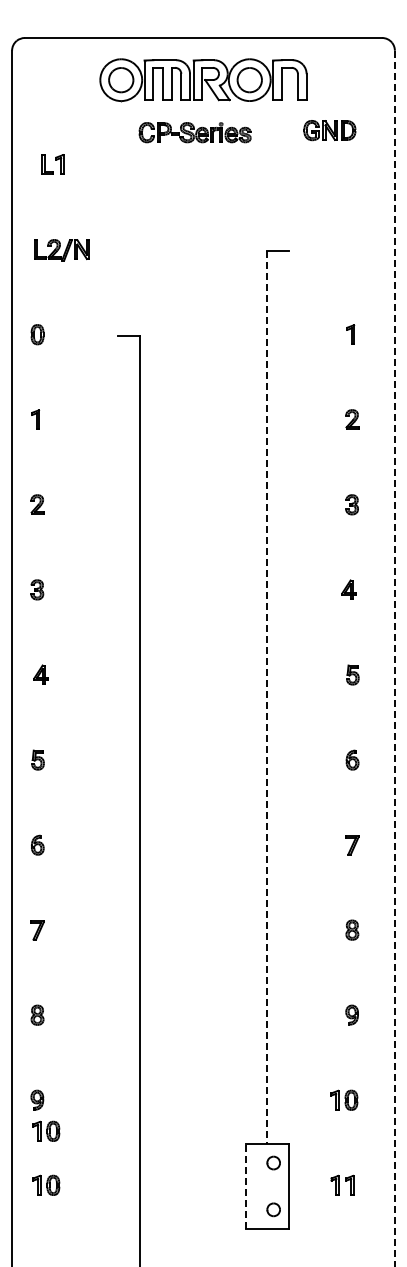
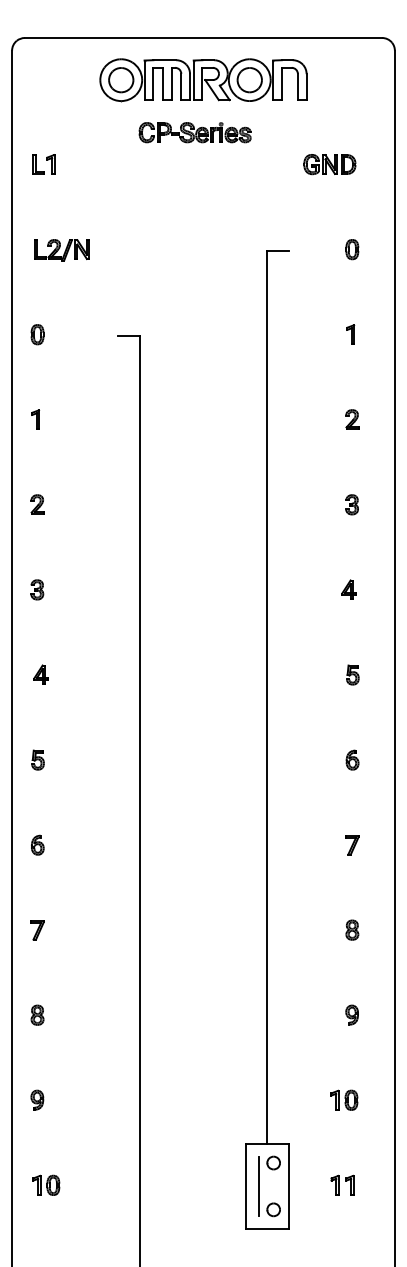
part at (329, 130) position: (329, 130) -> (329, 164)
part at (52, 164) position: (52, 164) -> (43, 164)
part at (352, 249): none -> present
line at (394, 658): dashed -> solid
line at (267, 697): dashed -> solid
part at (46, 1130): present -> none
line at (246, 1186): dashed -> solid
line at (258, 1186): none -> present
